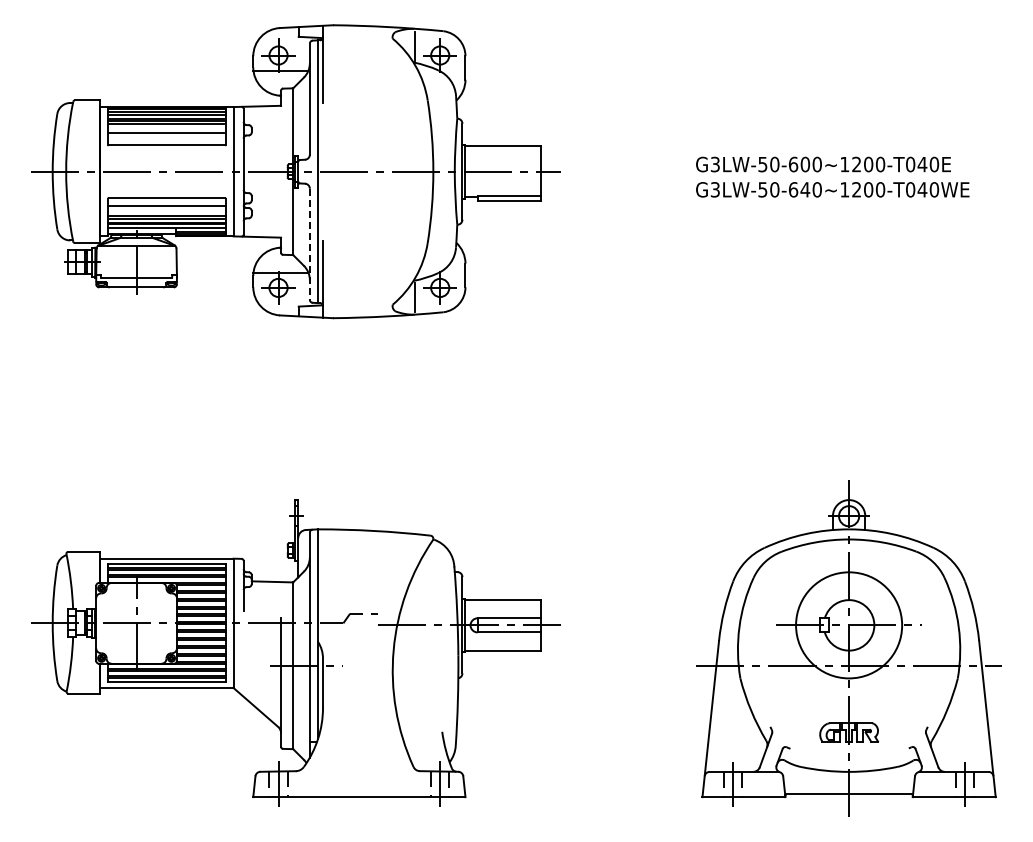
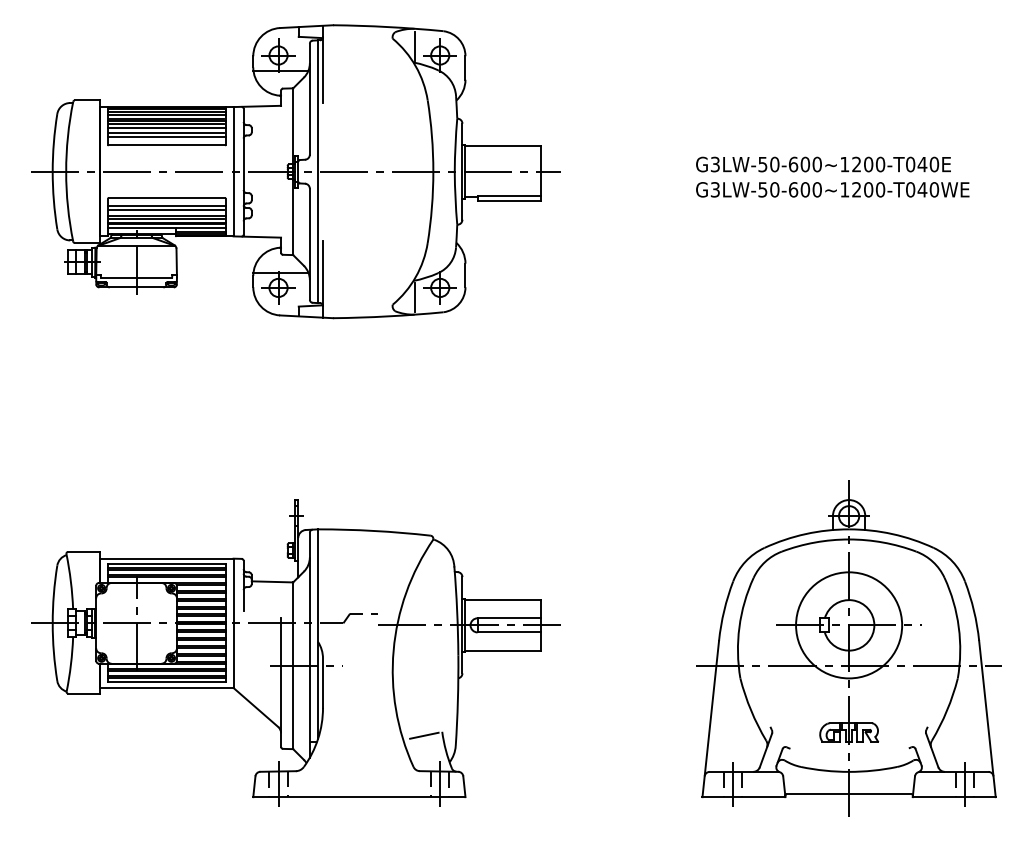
line at (166, 127): none -> present
line at (166, 137): none -> present
text at (805, 189): G3LW-50-640~1200-T040WE -> G3LW-50-600~1200-T040WE
line at (166, 210): none -> present
line at (309, 244): dashed -> solid
line at (424, 735): none -> present
